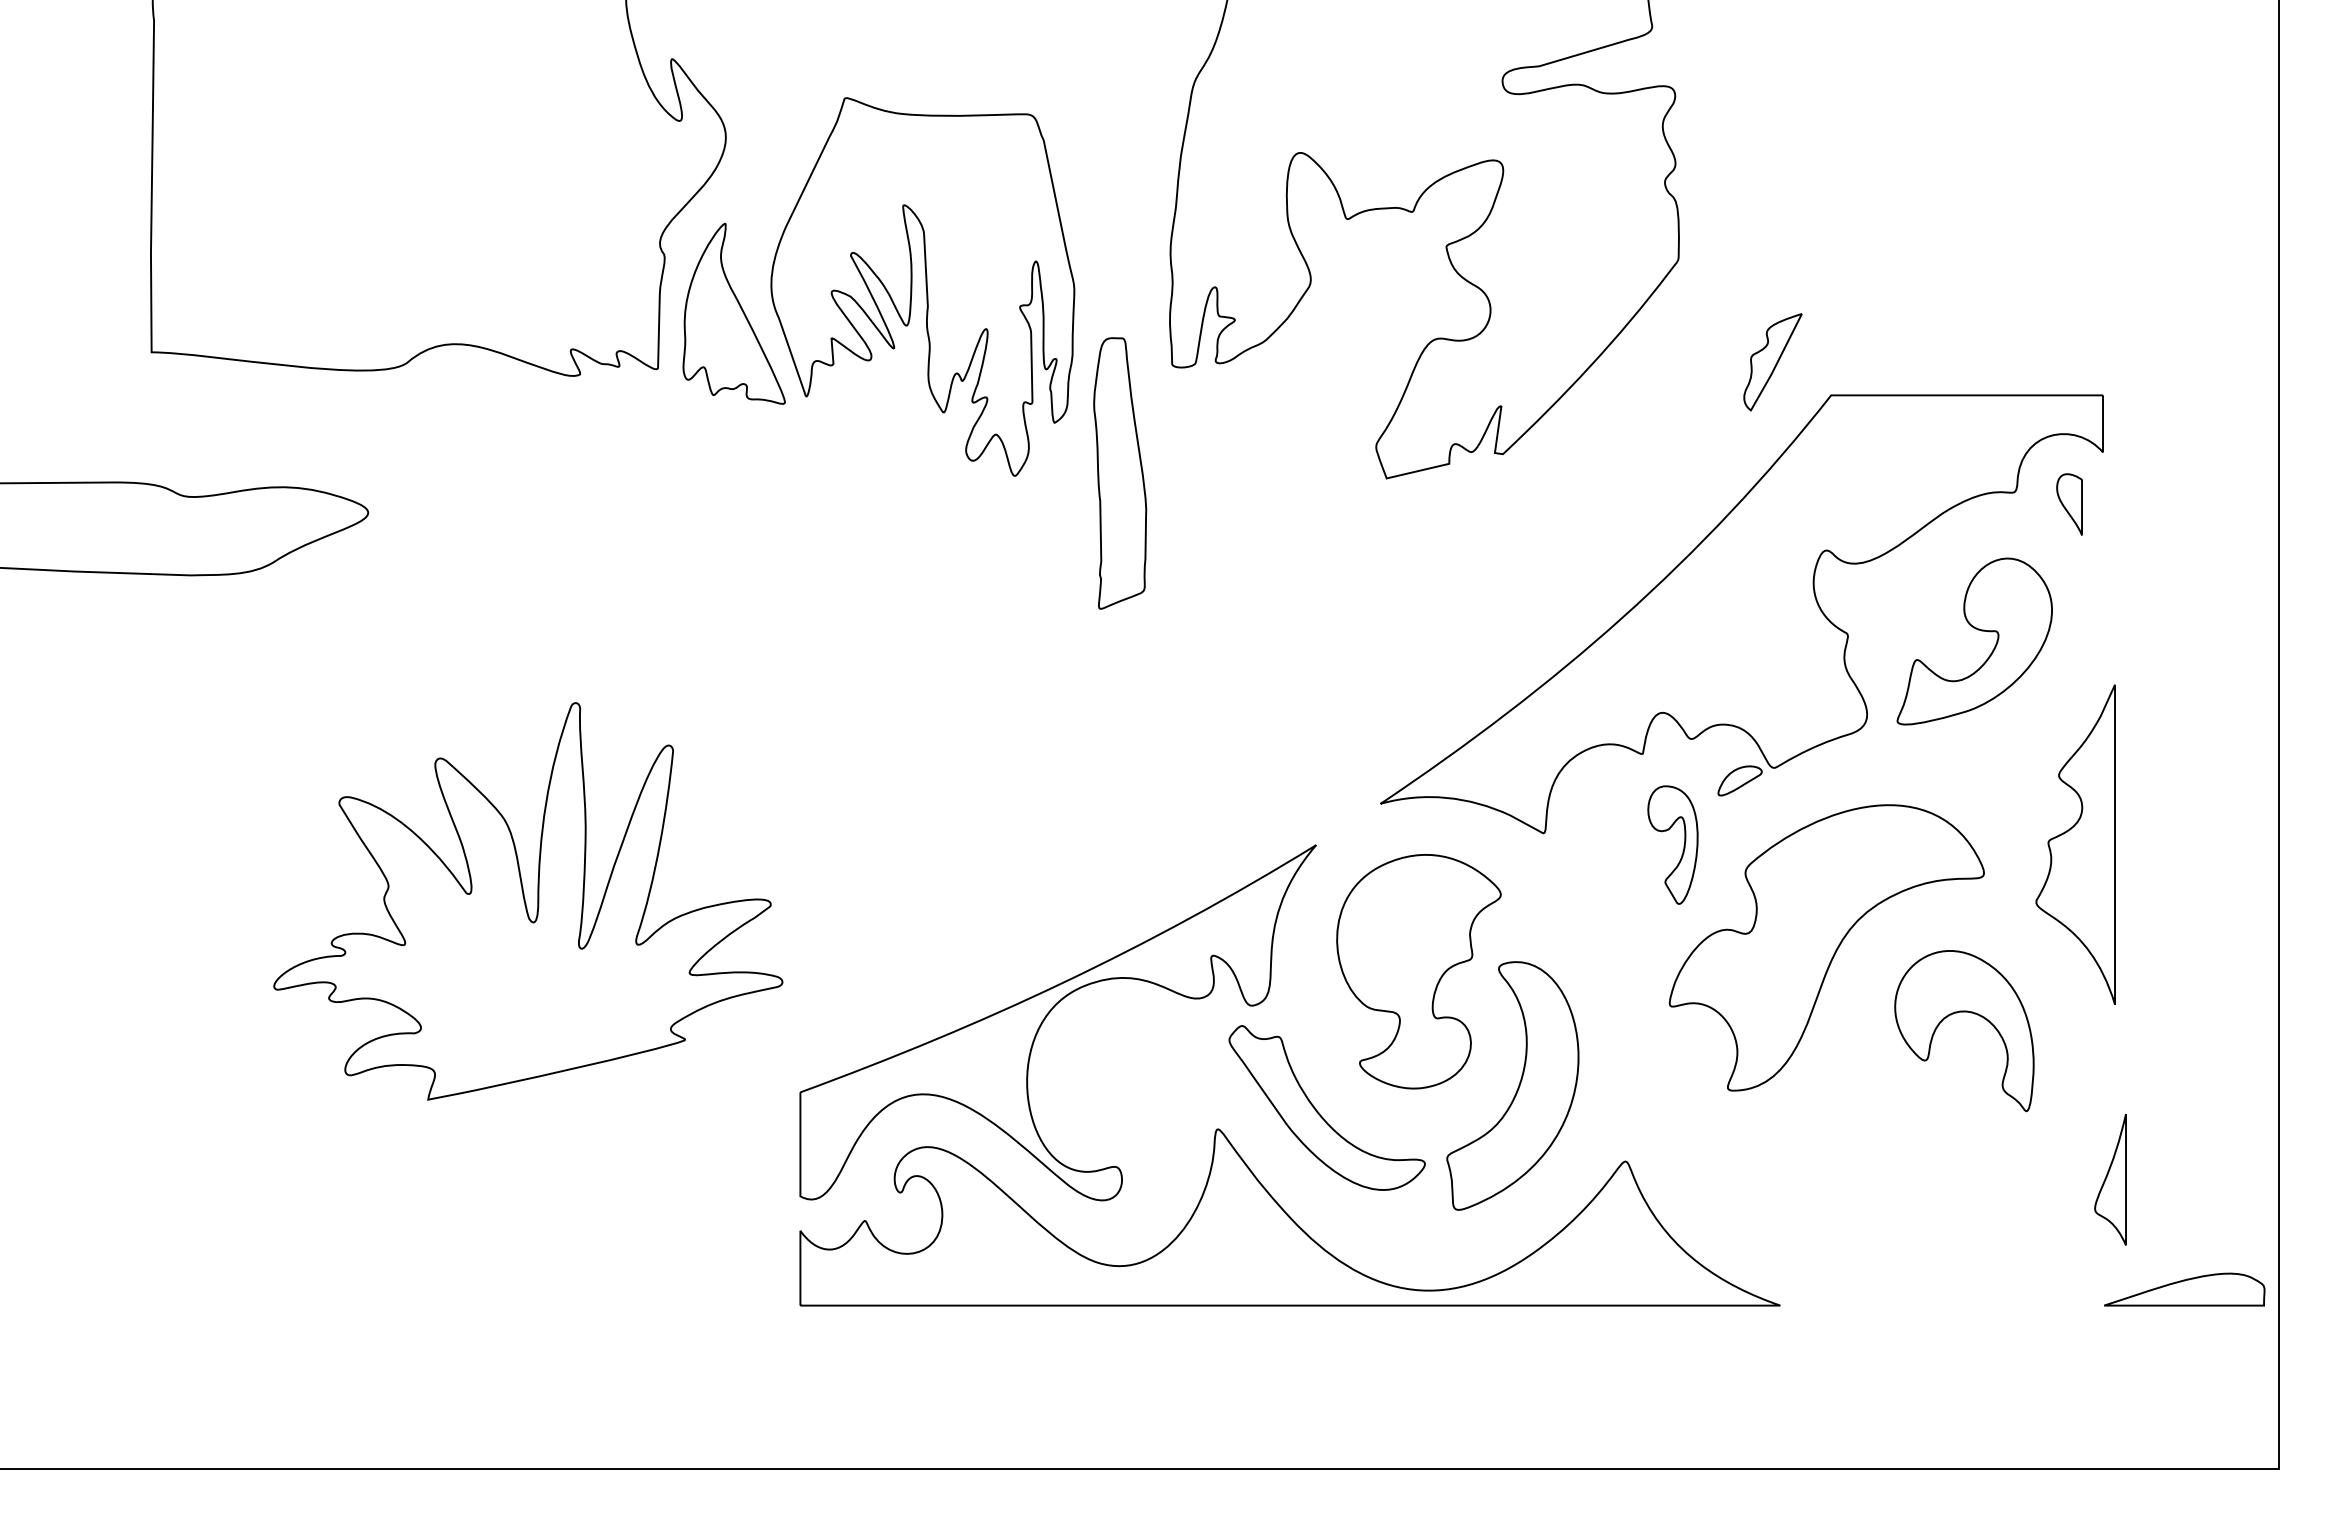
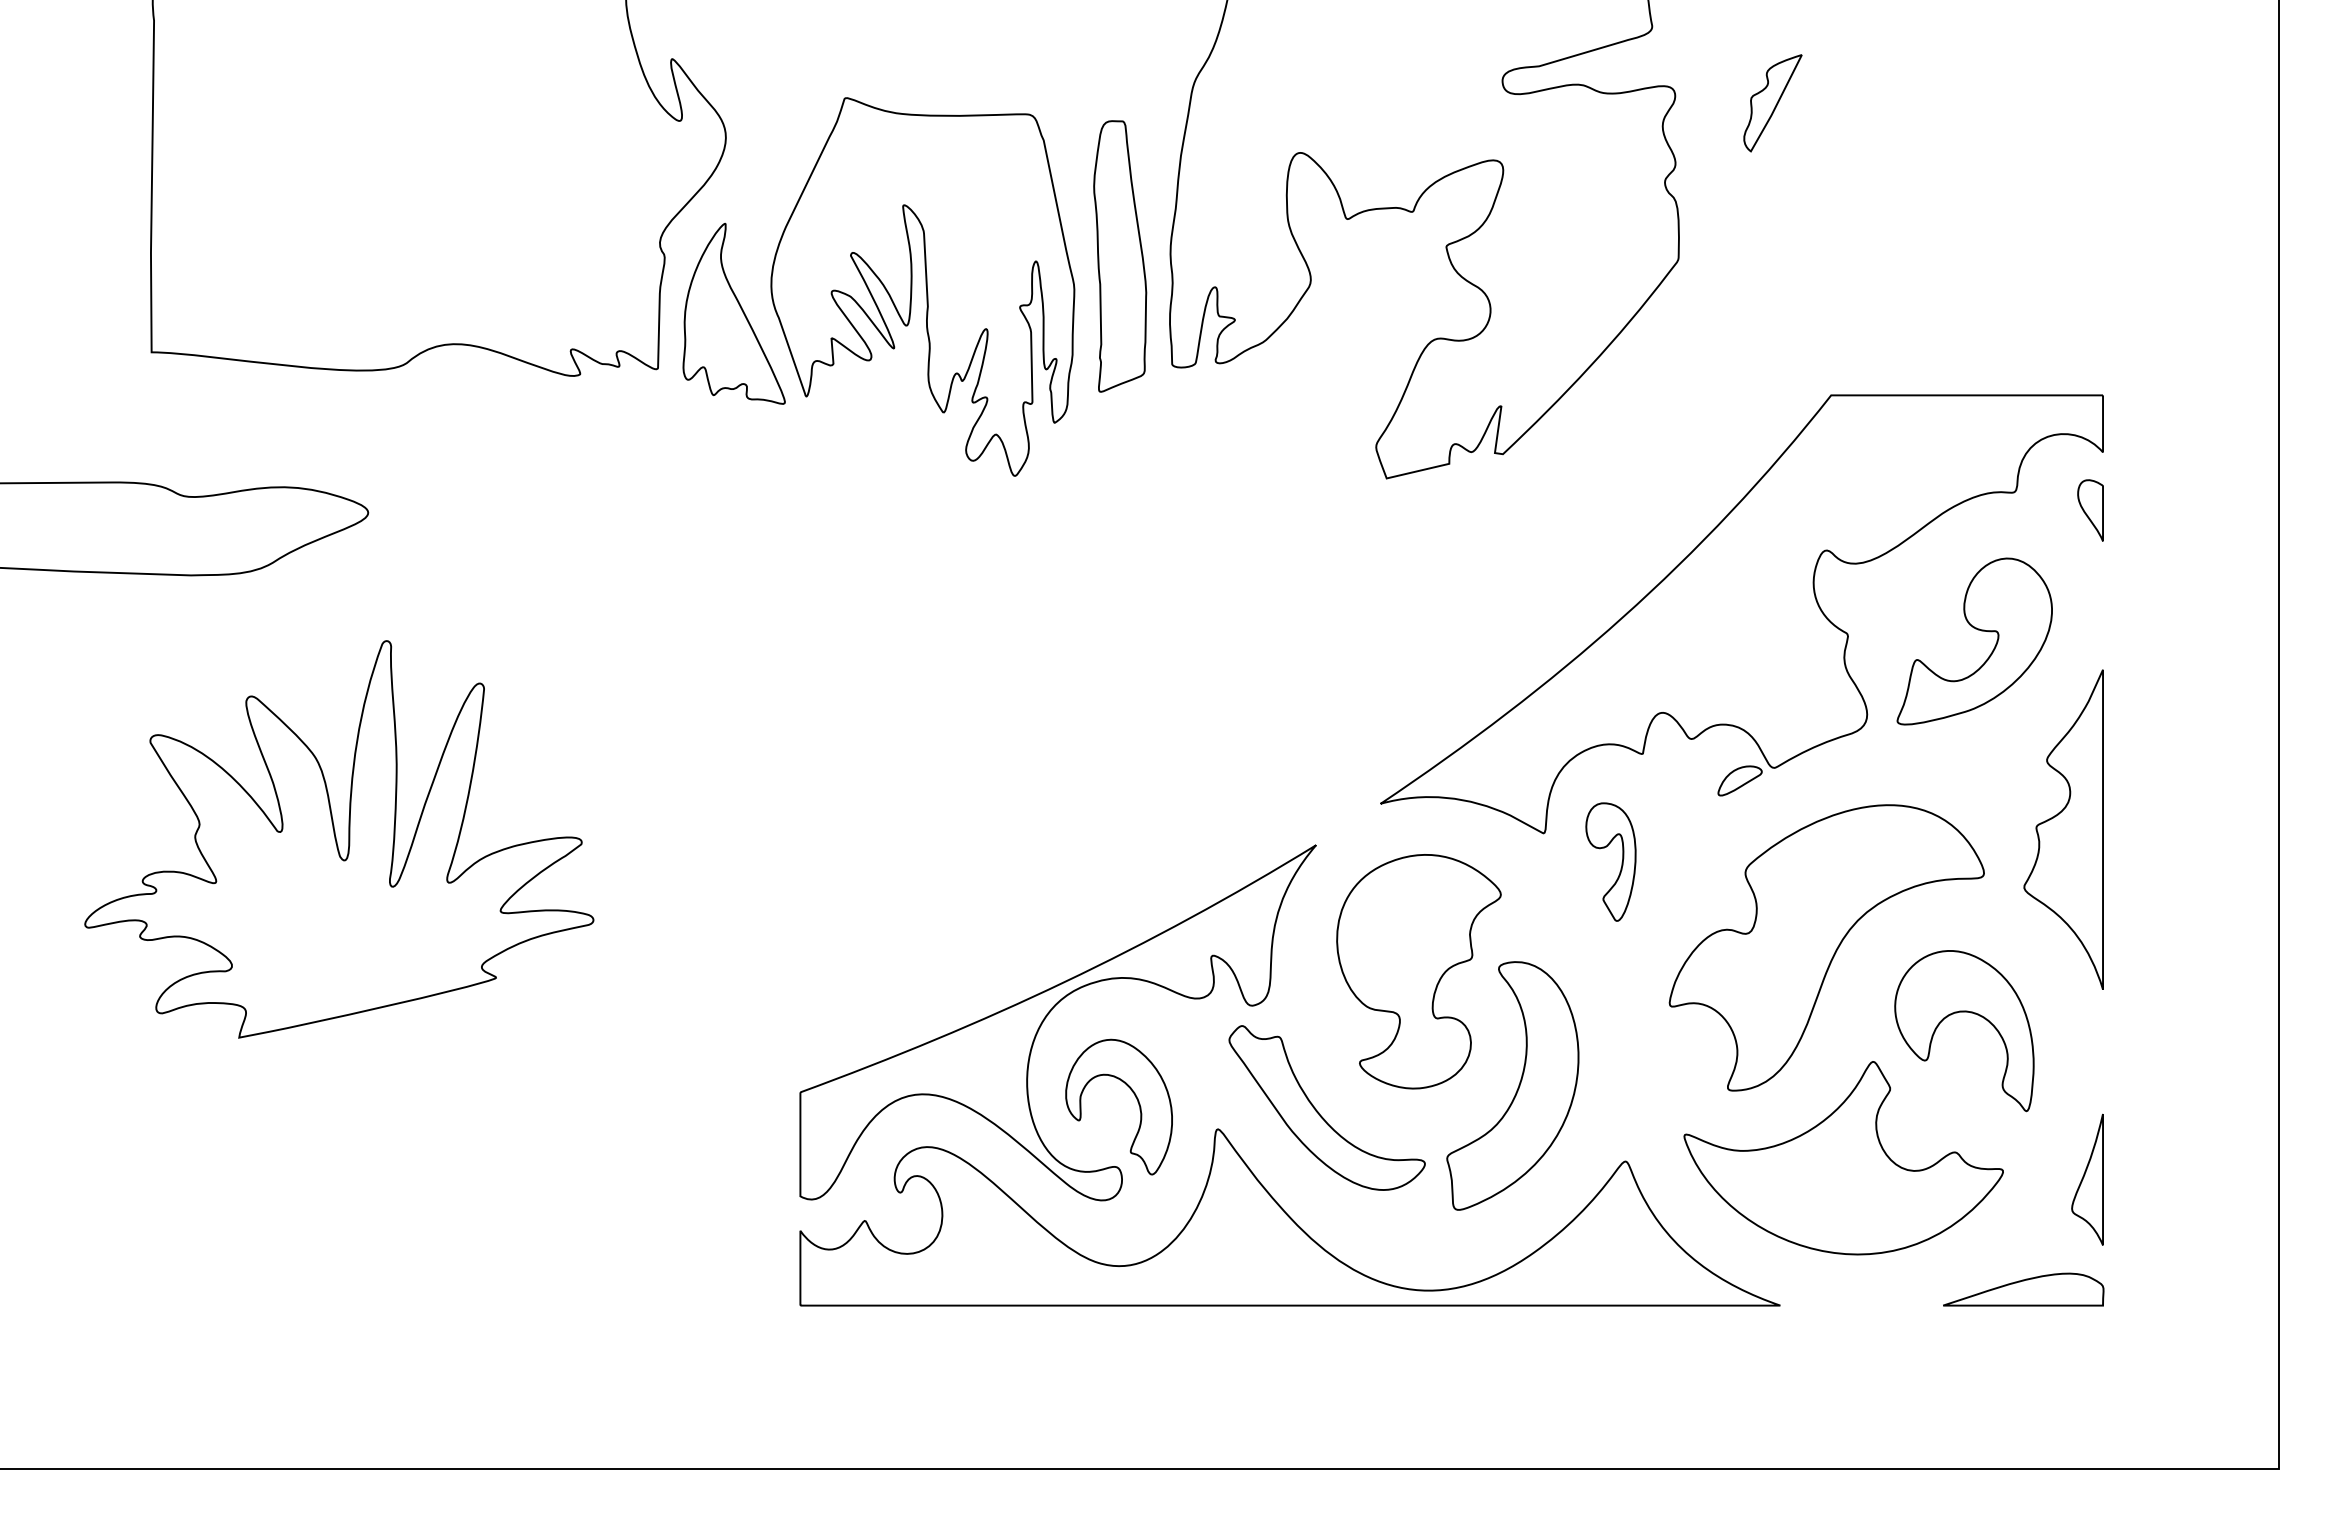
part at (1772, 362) position: (1772, 362) -> (1772, 103)
part at (1120, 473) position: (1120, 473) -> (1120, 256)
part at (2069, 504) position: (2069, 504) -> (2090, 510)
part at (2075, 844) position: (2075, 844) -> (2063, 829)
part at (1683, 845) position: (1683, 845) -> (1621, 862)
part at (528, 901) position: (528, 901) -> (339, 839)
part at (1135, 1097): none -> present
part at (1843, 1158): none -> present
part at (2110, 1179) position: (2110, 1179) -> (2087, 1179)
part at (2184, 1289) position: (2184, 1289) -> (2023, 1289)
